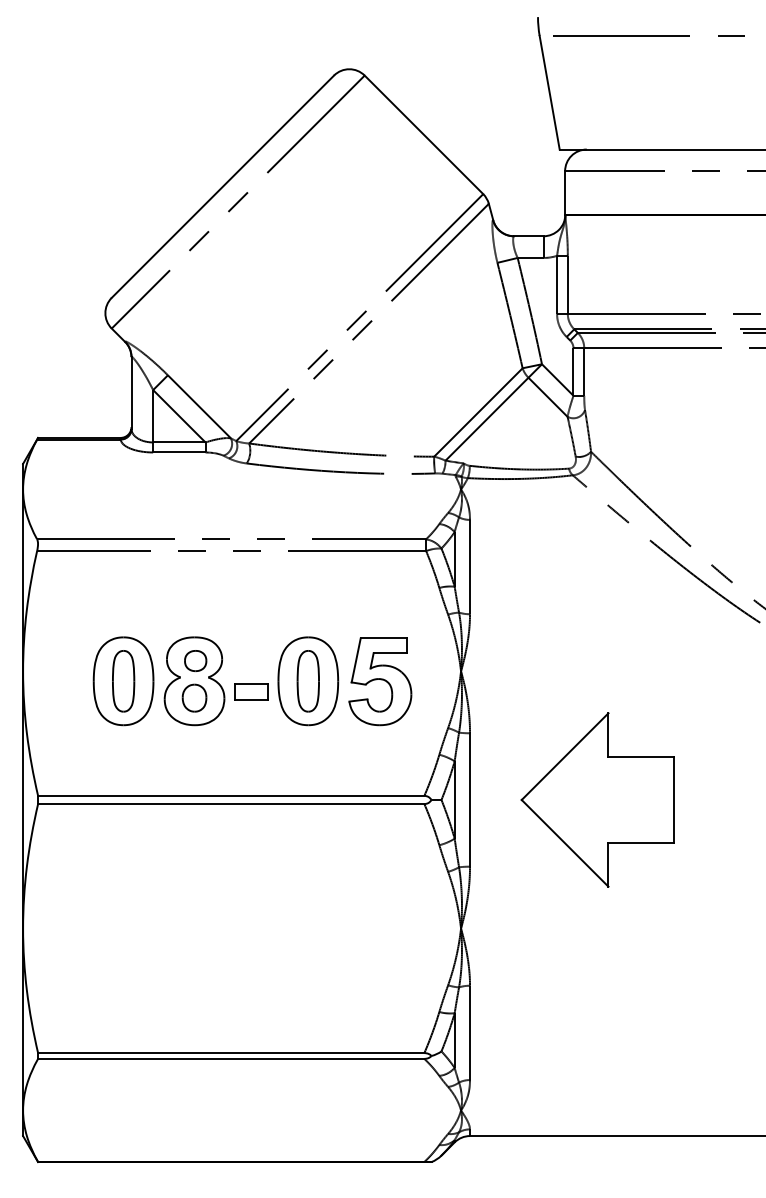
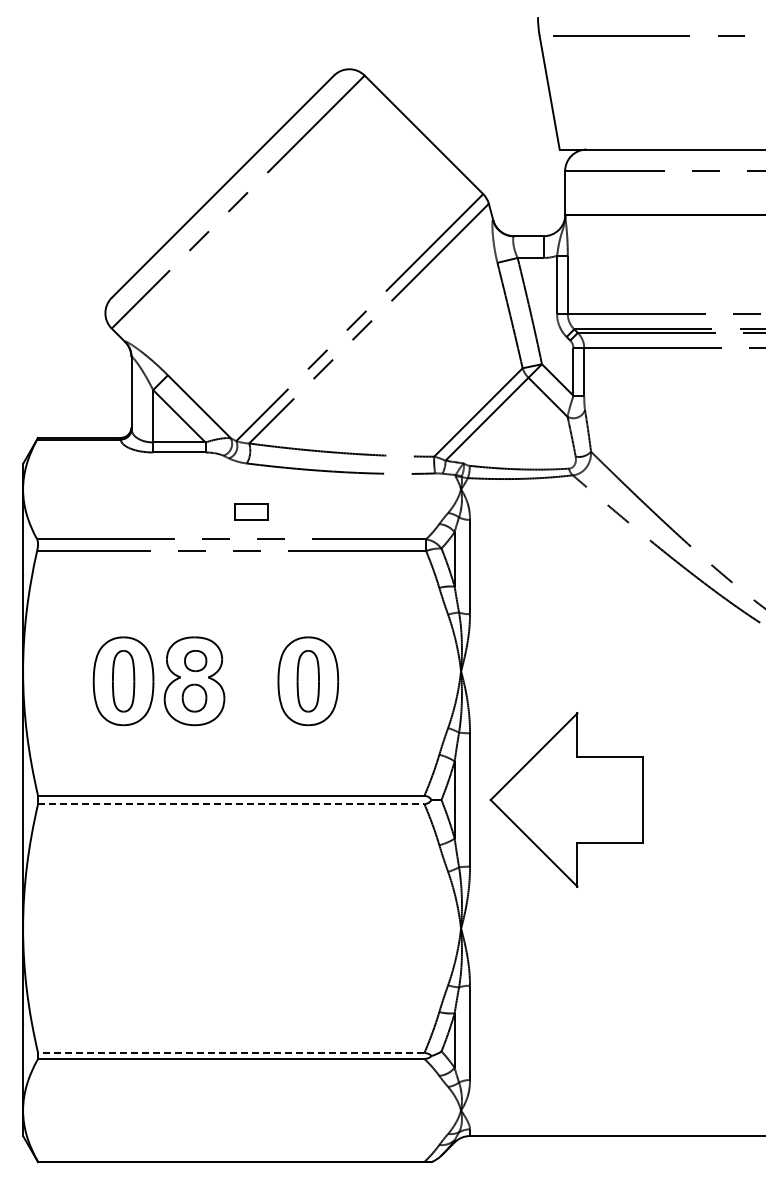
part at (380, 681): present -> none
part at (251, 691) position: (251, 691) -> (251, 511)
part at (597, 799) position: (597, 799) -> (566, 799)
line at (231, 804): solid -> dashed
line at (230, 1053): solid -> dashed
